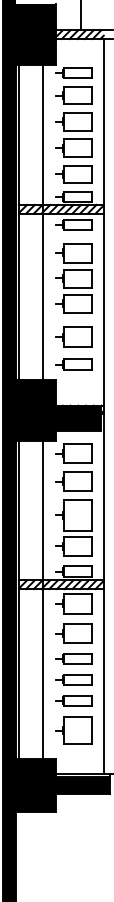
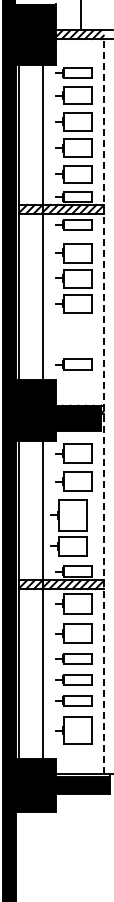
part at (73, 336): present -> none
line at (103, 406): solid -> dashed
part at (73, 527) position: (73, 527) -> (68, 527)
